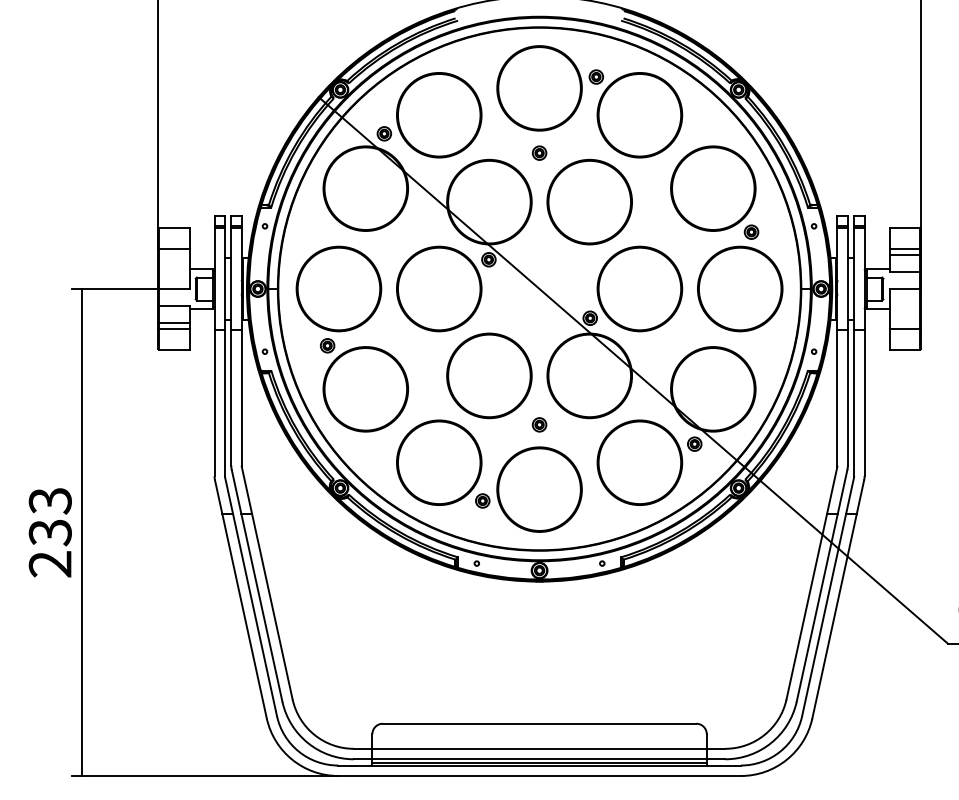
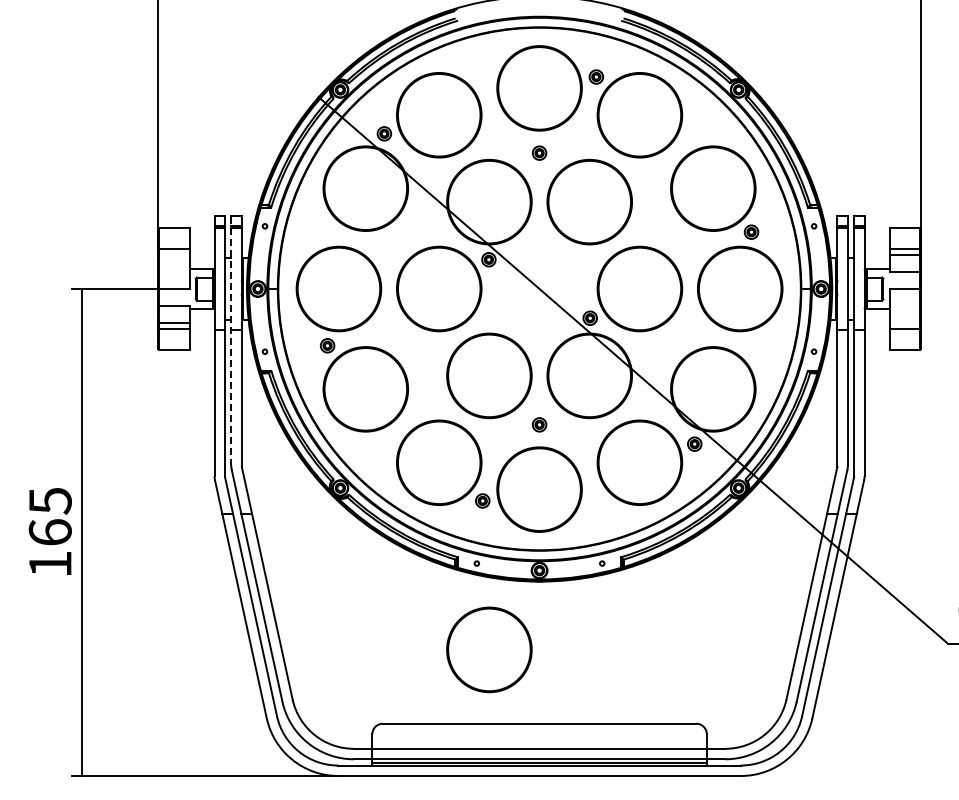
line at (231, 340): solid -> dashed
text at (49, 532): 233 -> 165
part at (489, 649): none -> present
